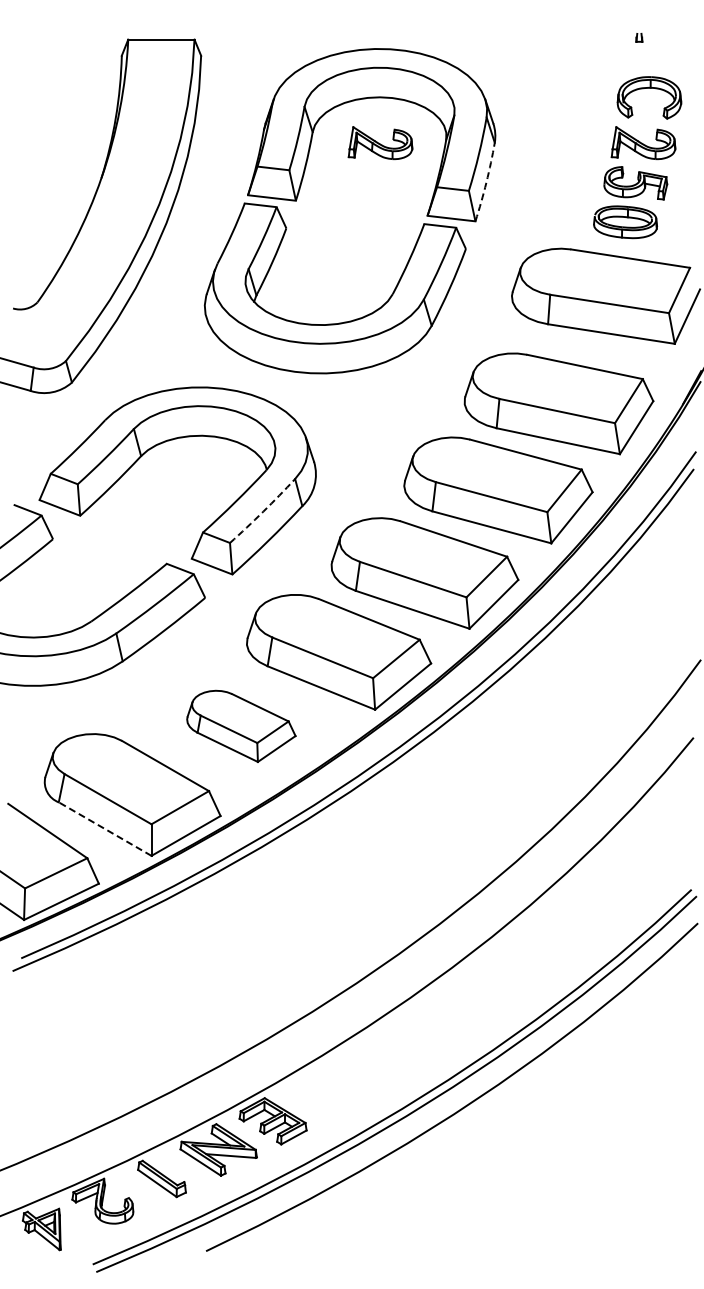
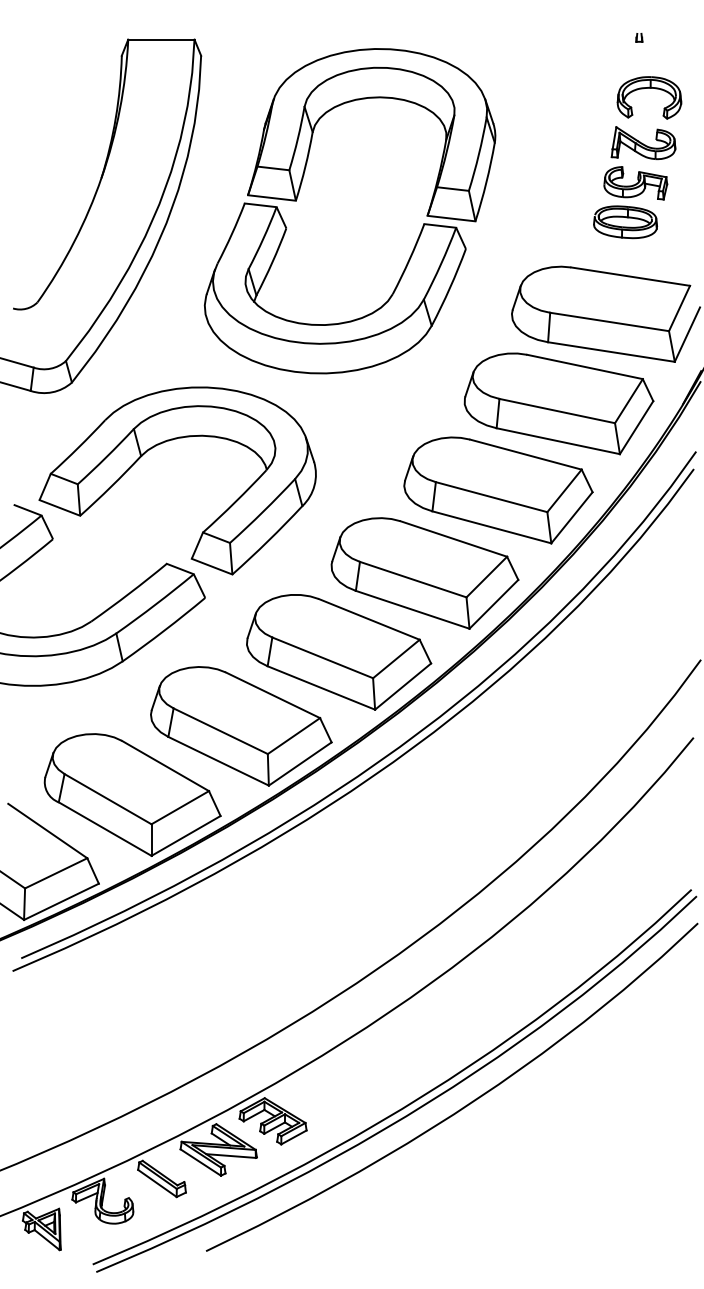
part at (380, 143): present -> none
arc at (486, 182): dashed -> solid
part at (605, 295) position: (605, 295) -> (605, 313)
arc at (263, 511): dashed -> solid
part at (241, 725) size: 111x74 px -> 183x121 px
line at (105, 829): dashed -> solid
